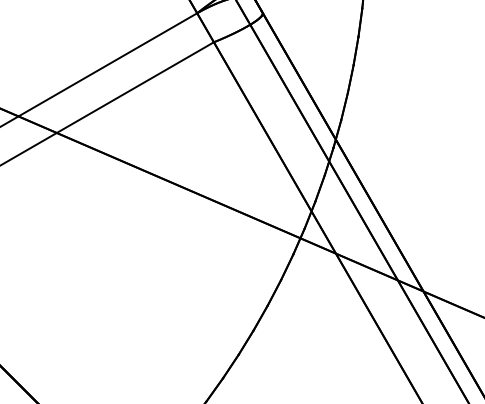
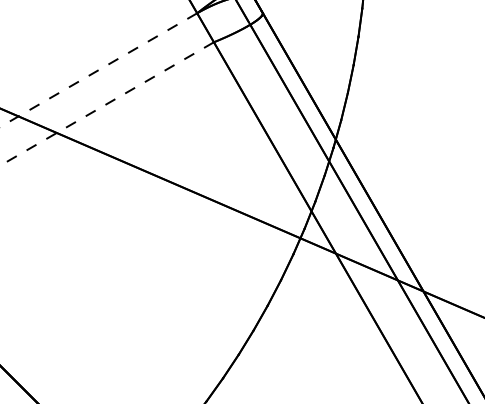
line at (98, 70): solid -> dashed
line at (106, 104): solid -> dashed
